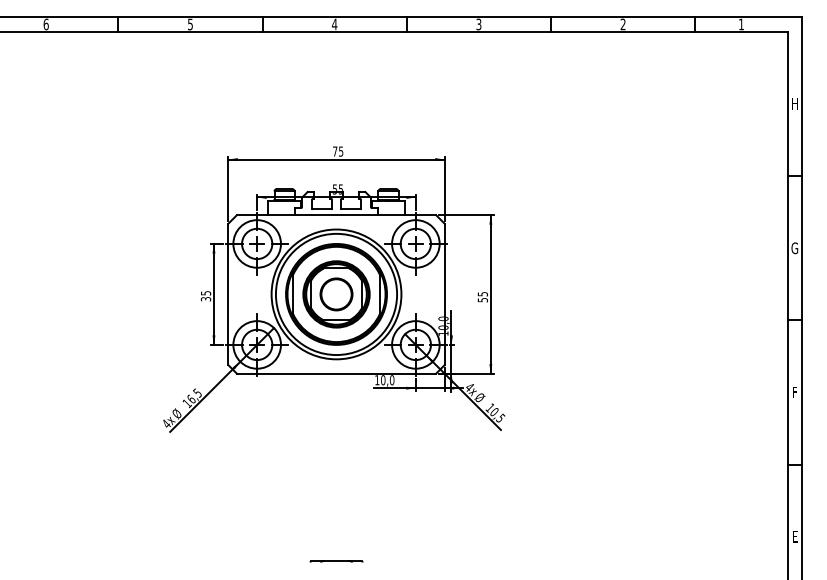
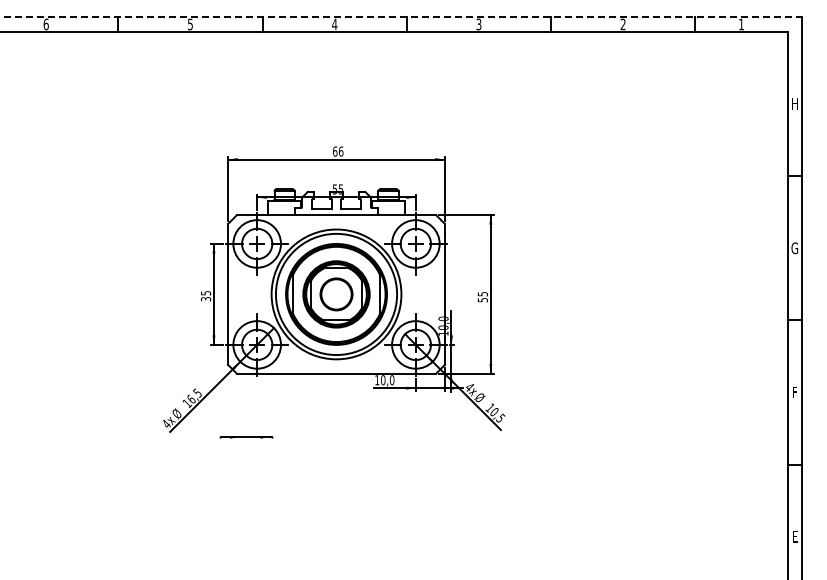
line at (401, 17): solid -> dashed
text at (338, 151): 75 -> 66
line at (336, 561) position: (336, 561) -> (246, 437)
